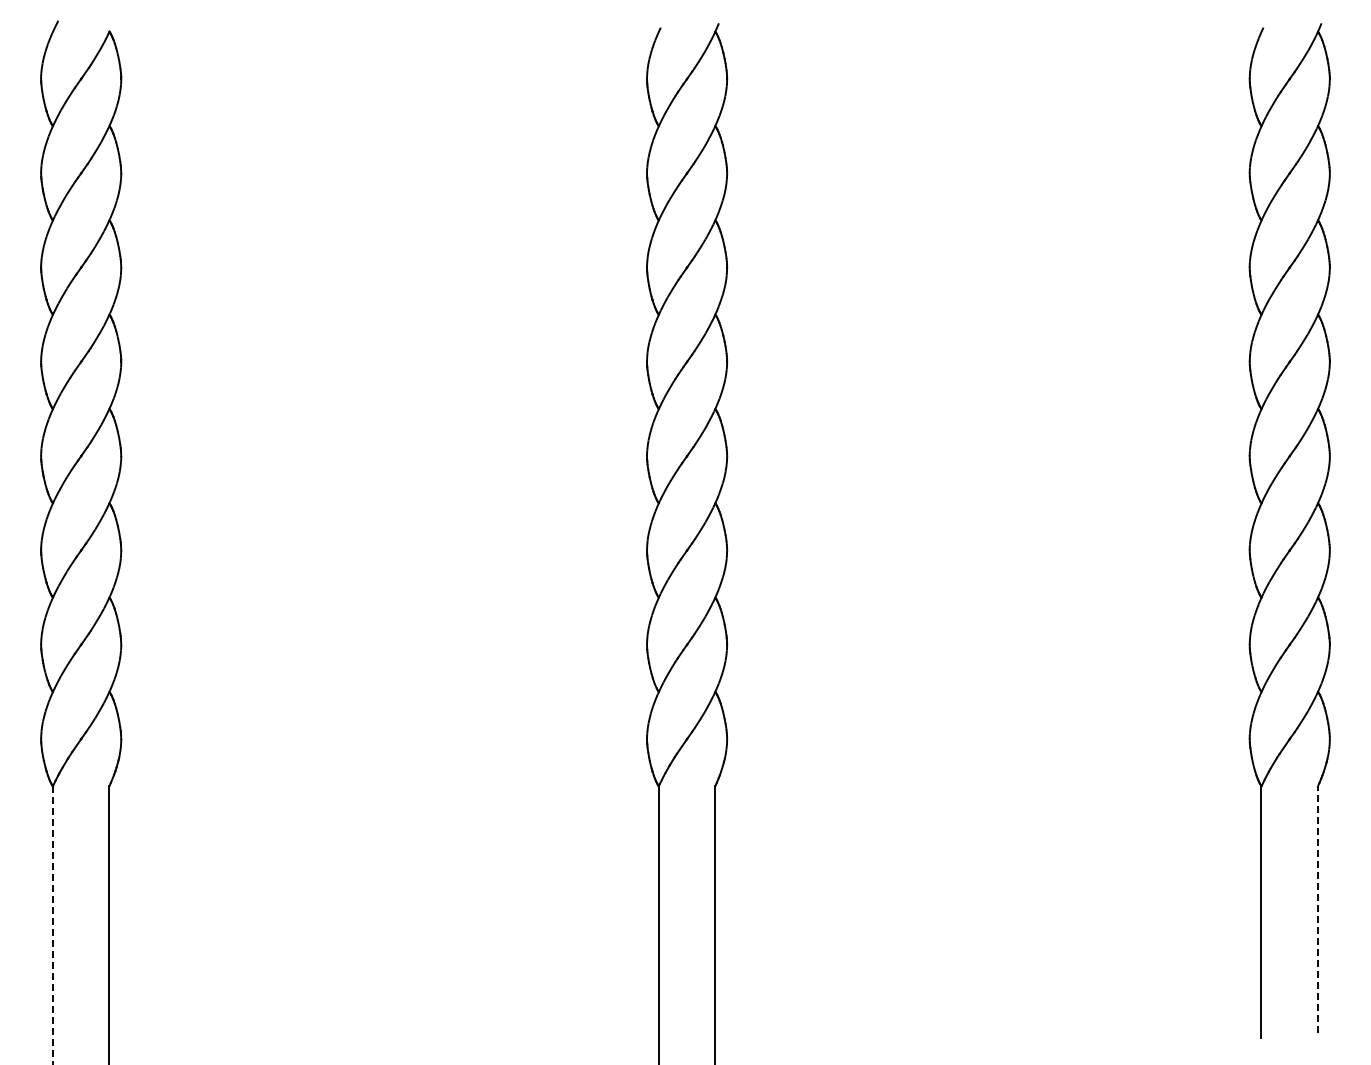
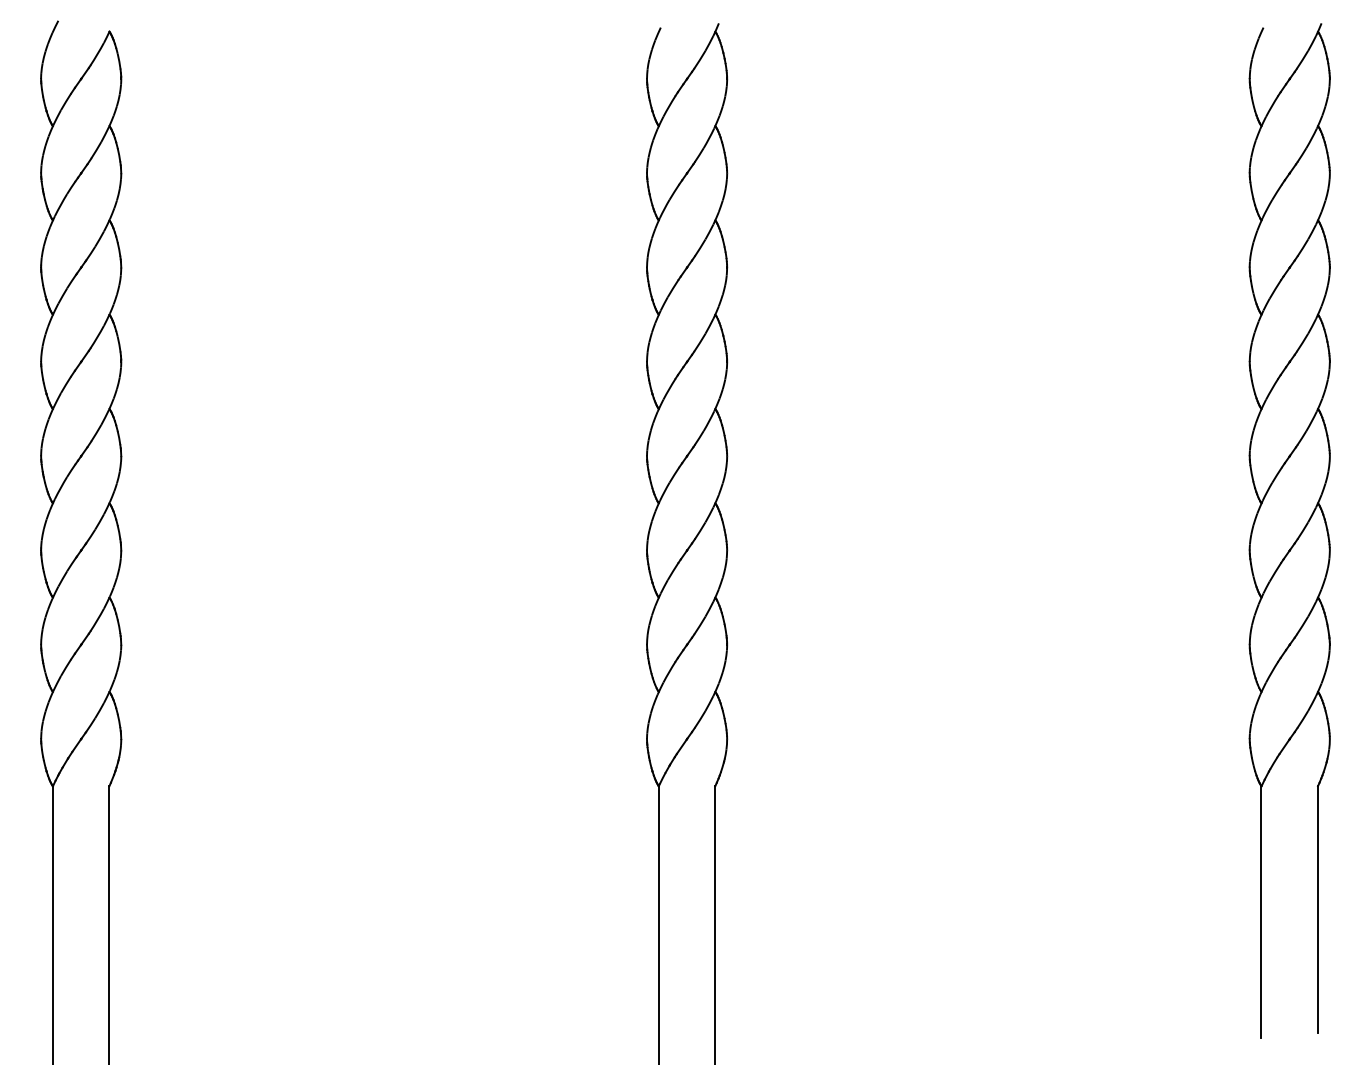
line at (1317, 909): dashed -> solid
line at (52, 925): dashed -> solid
